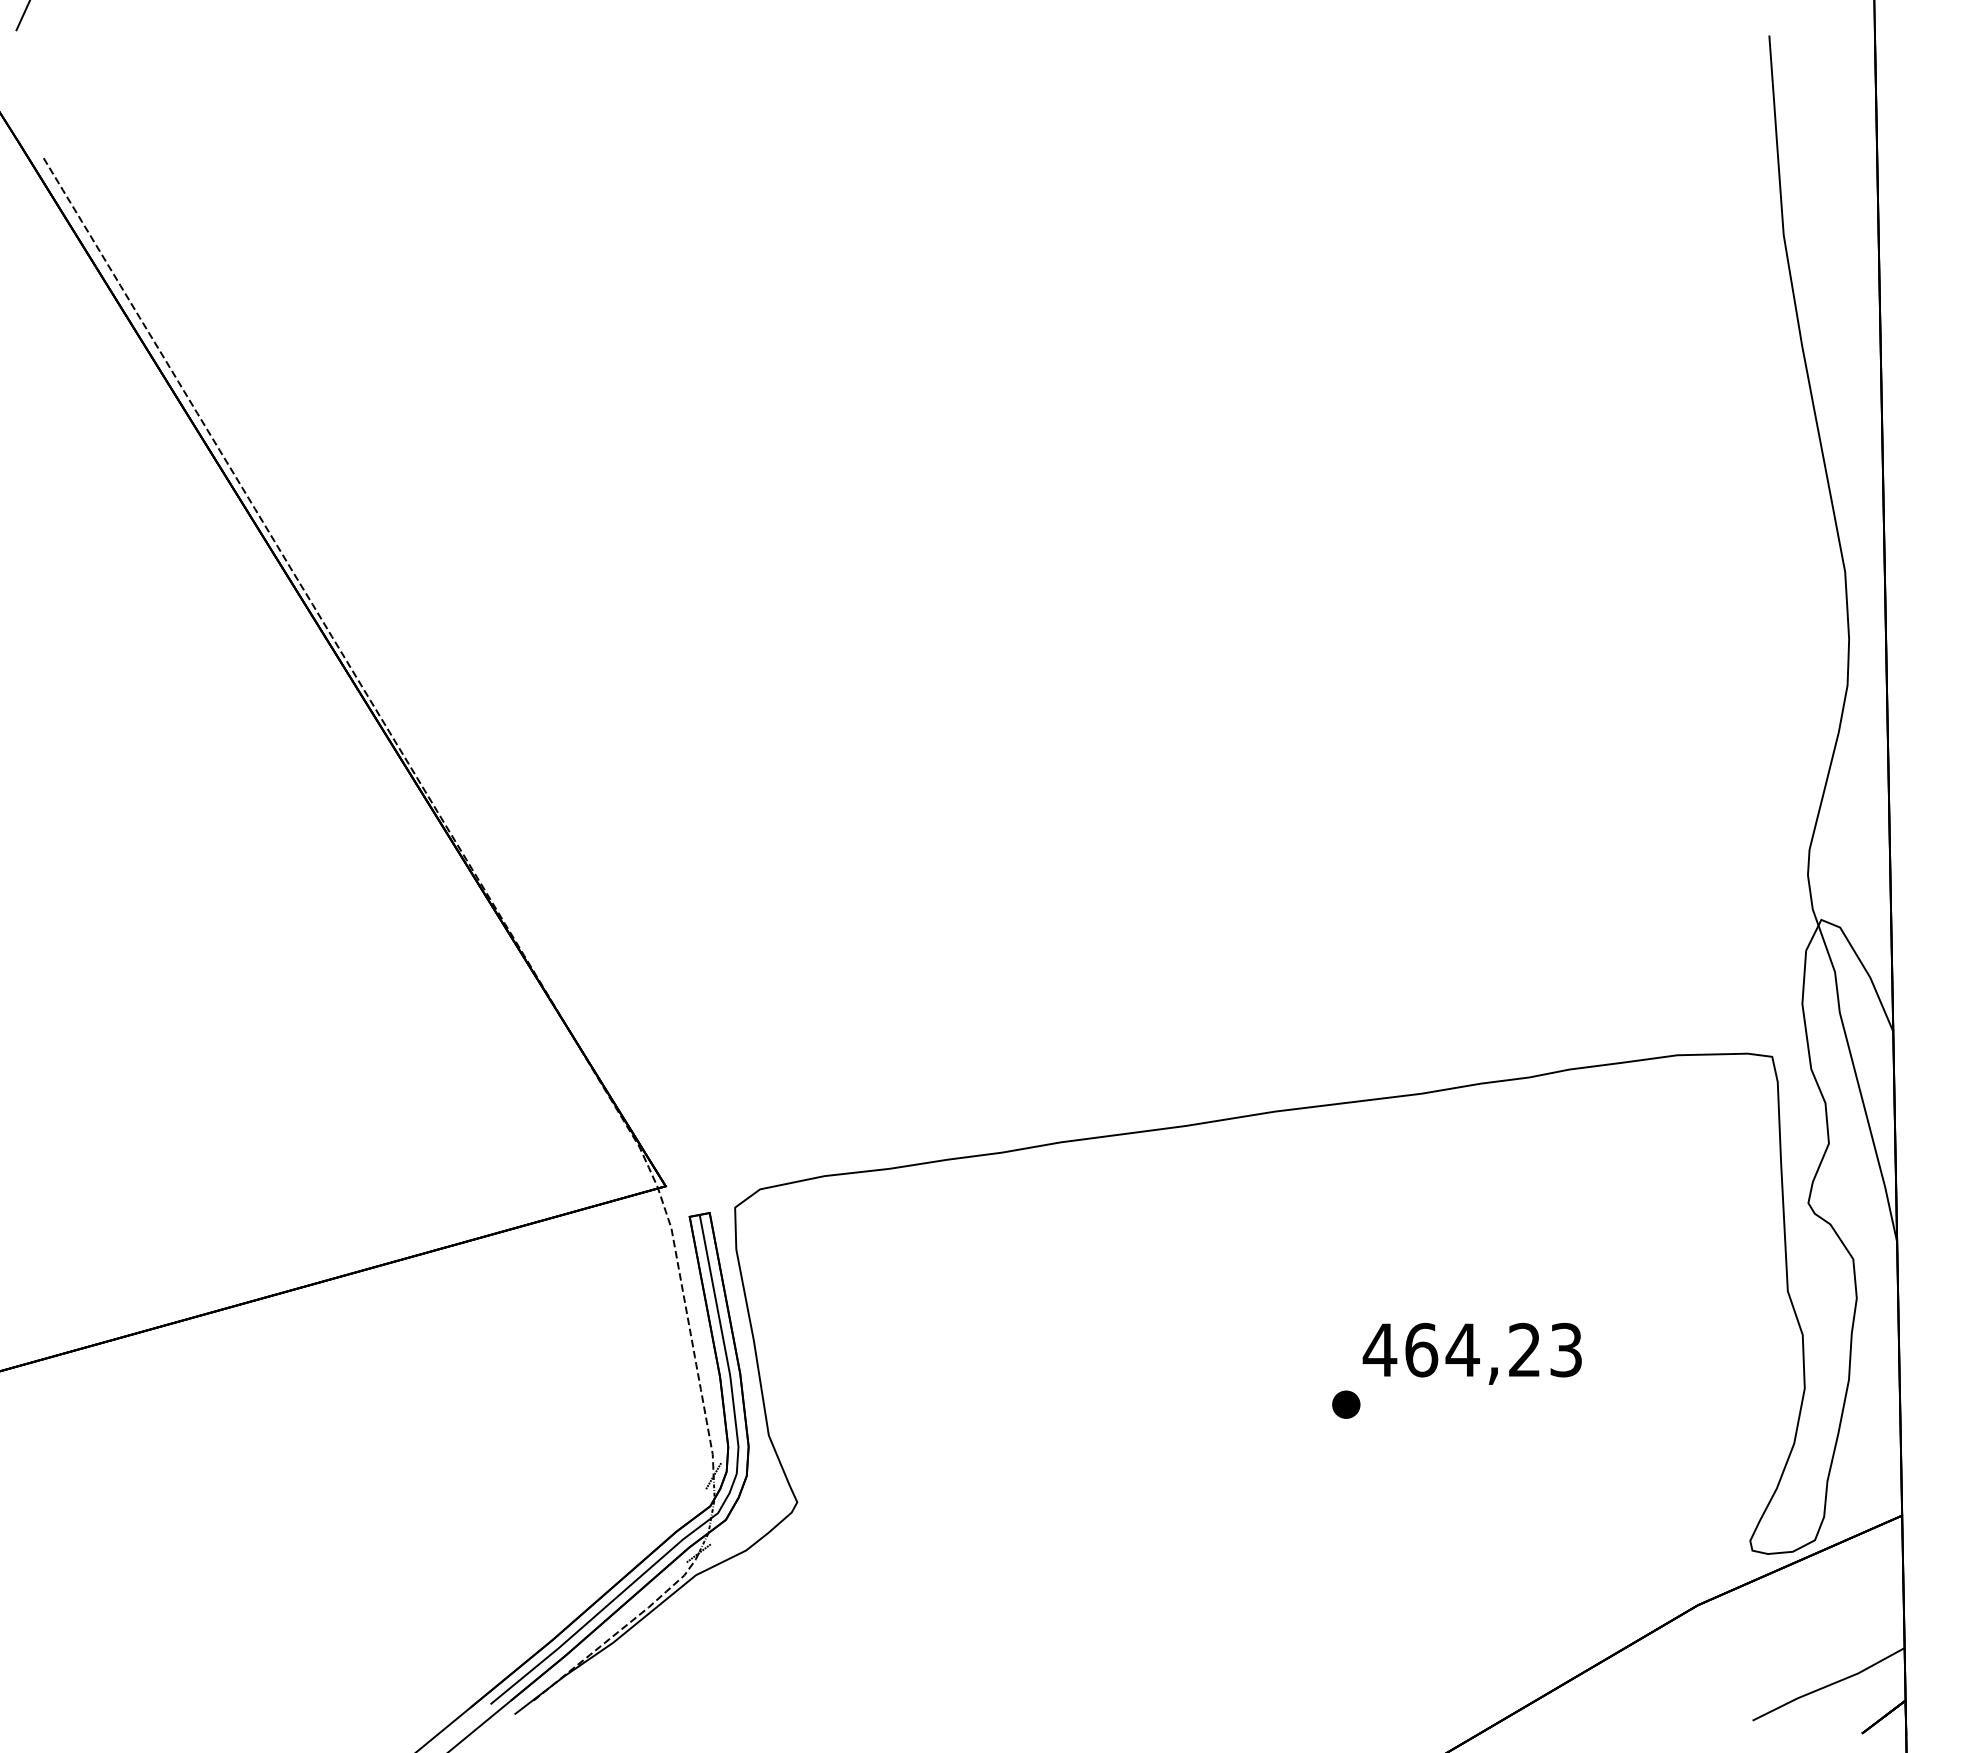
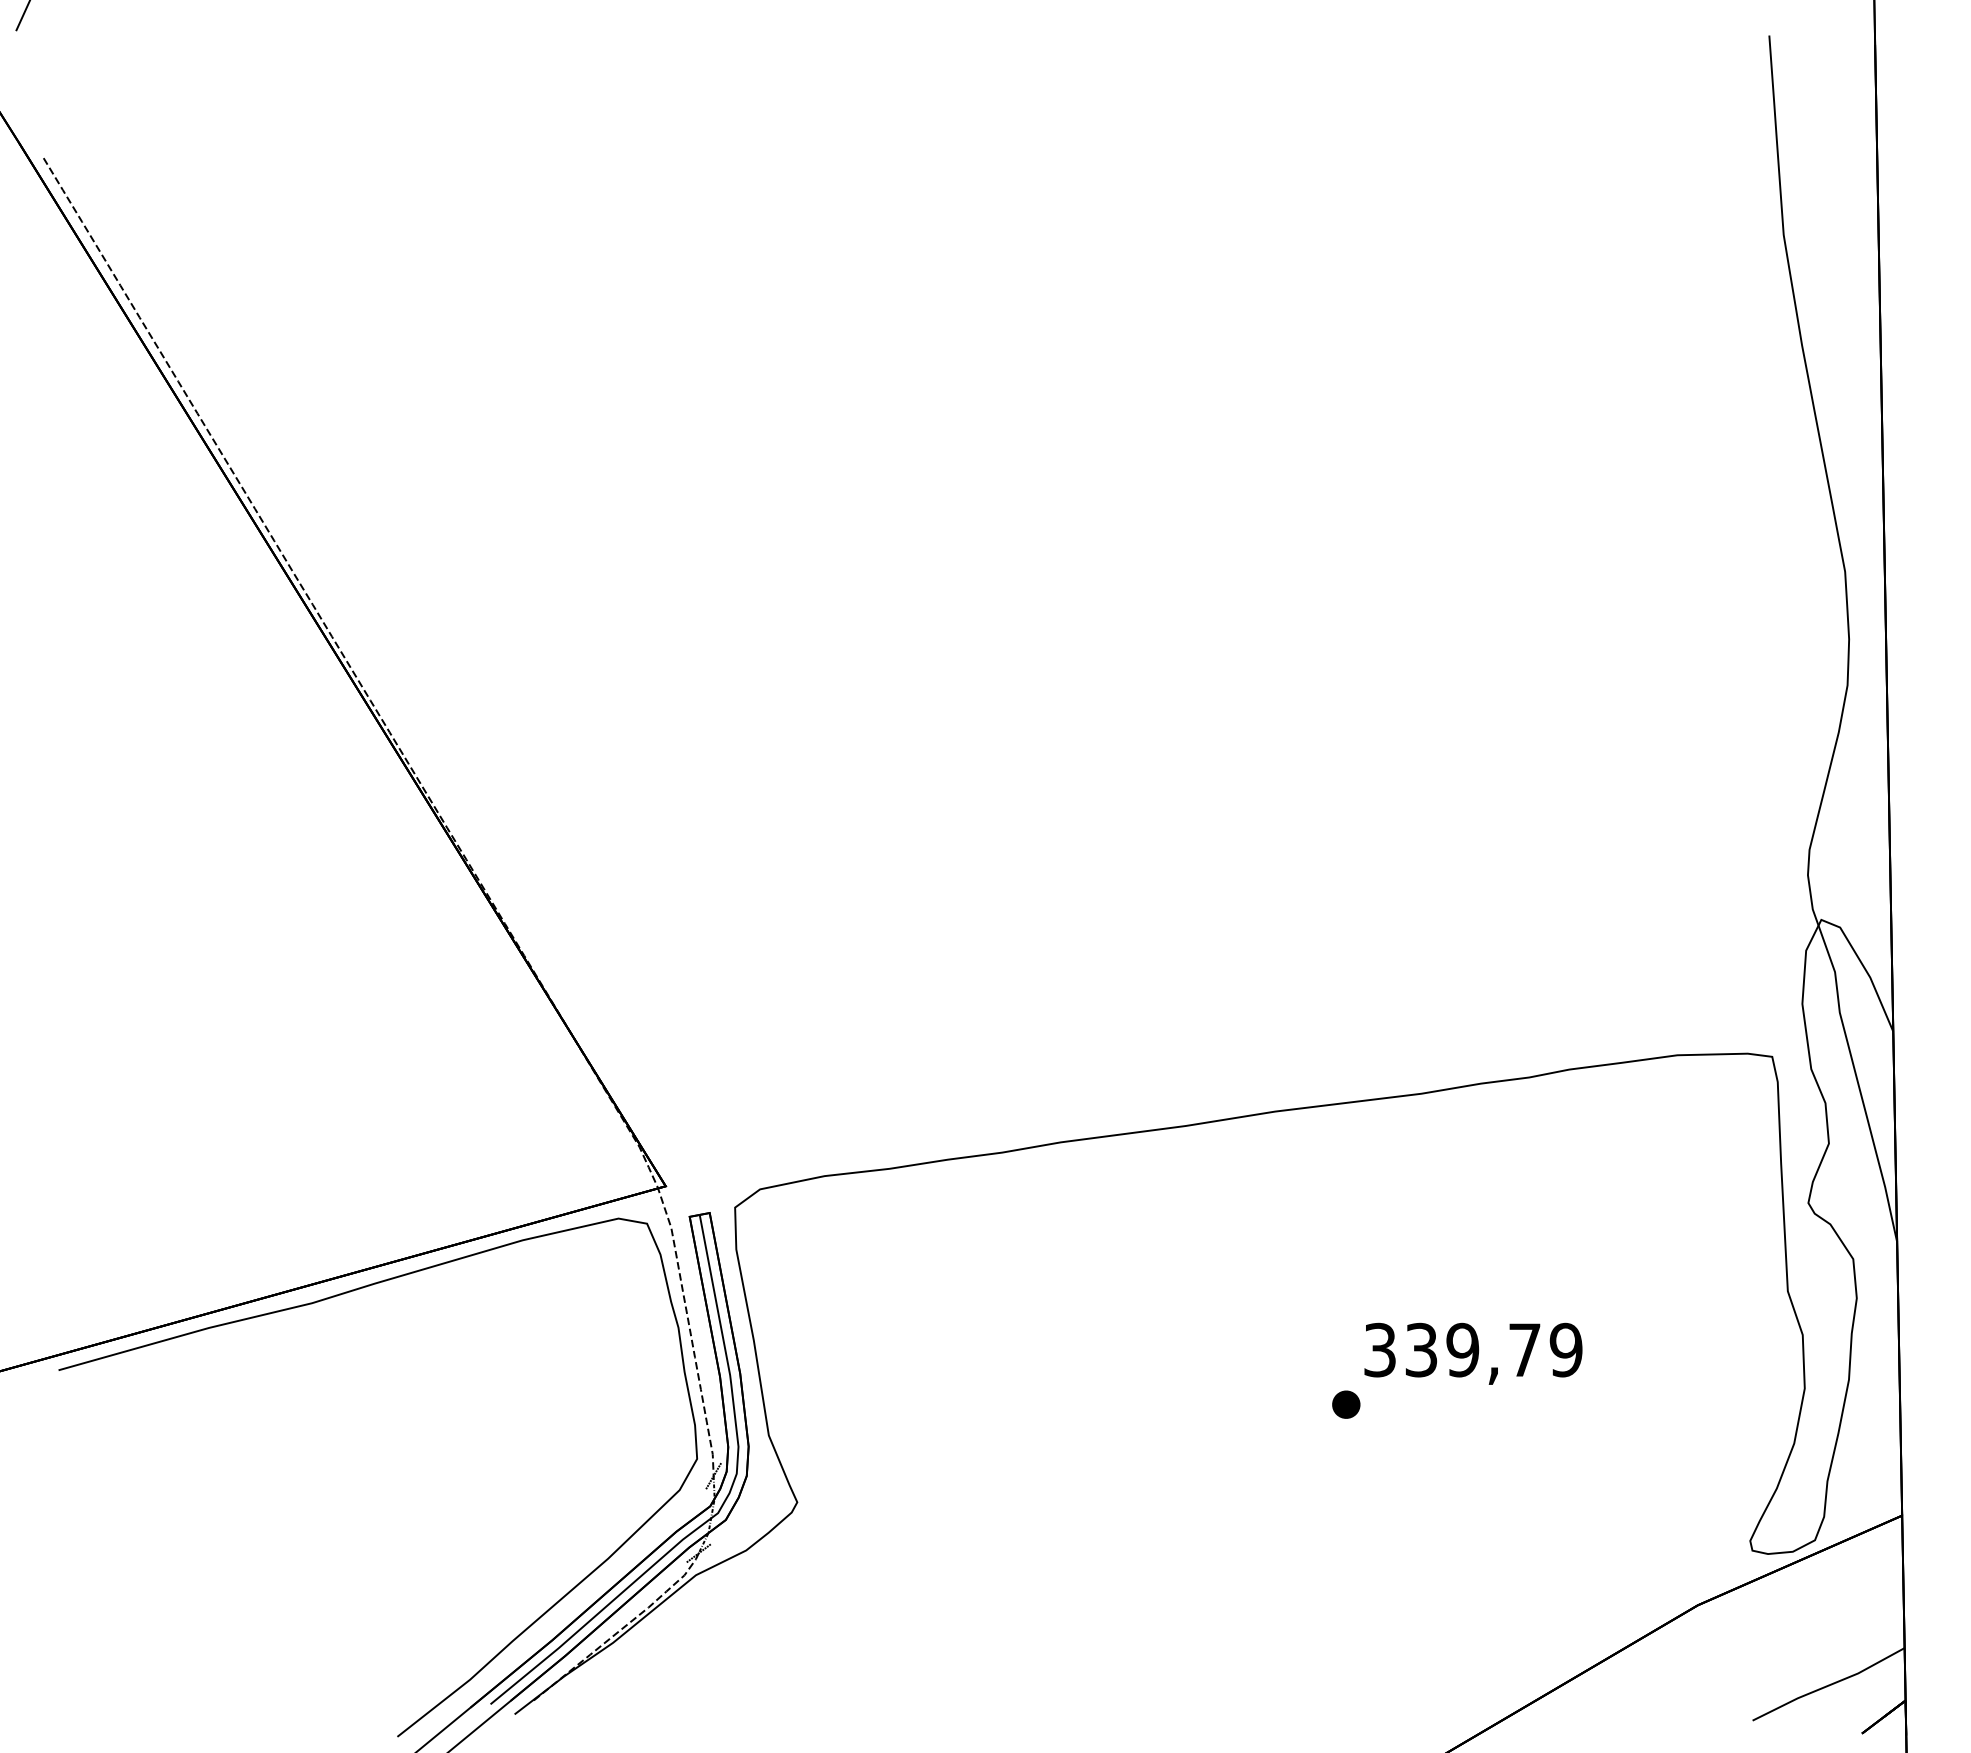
curve at (318, 1302): none -> present
text at (1472, 1349): 464,23 -> 339,79
